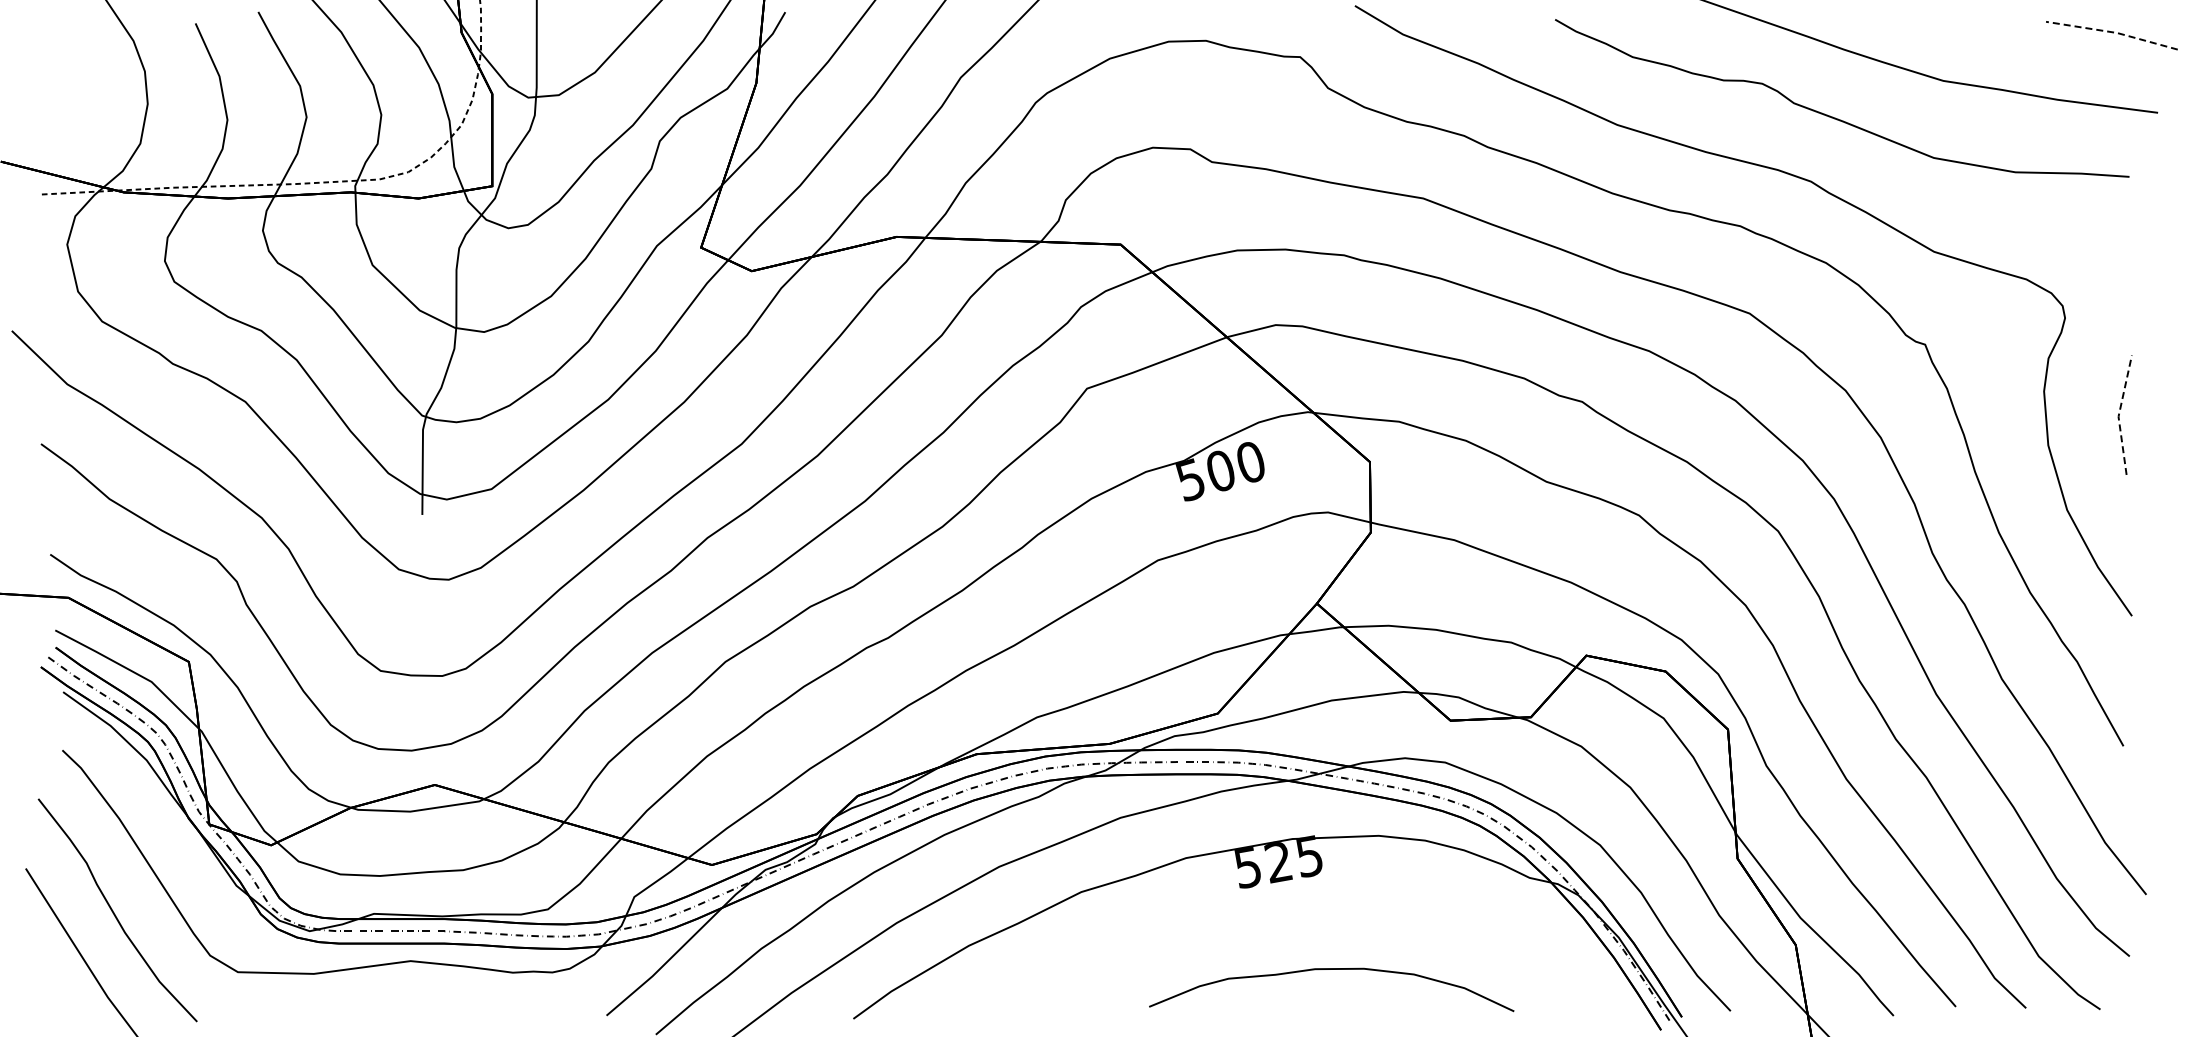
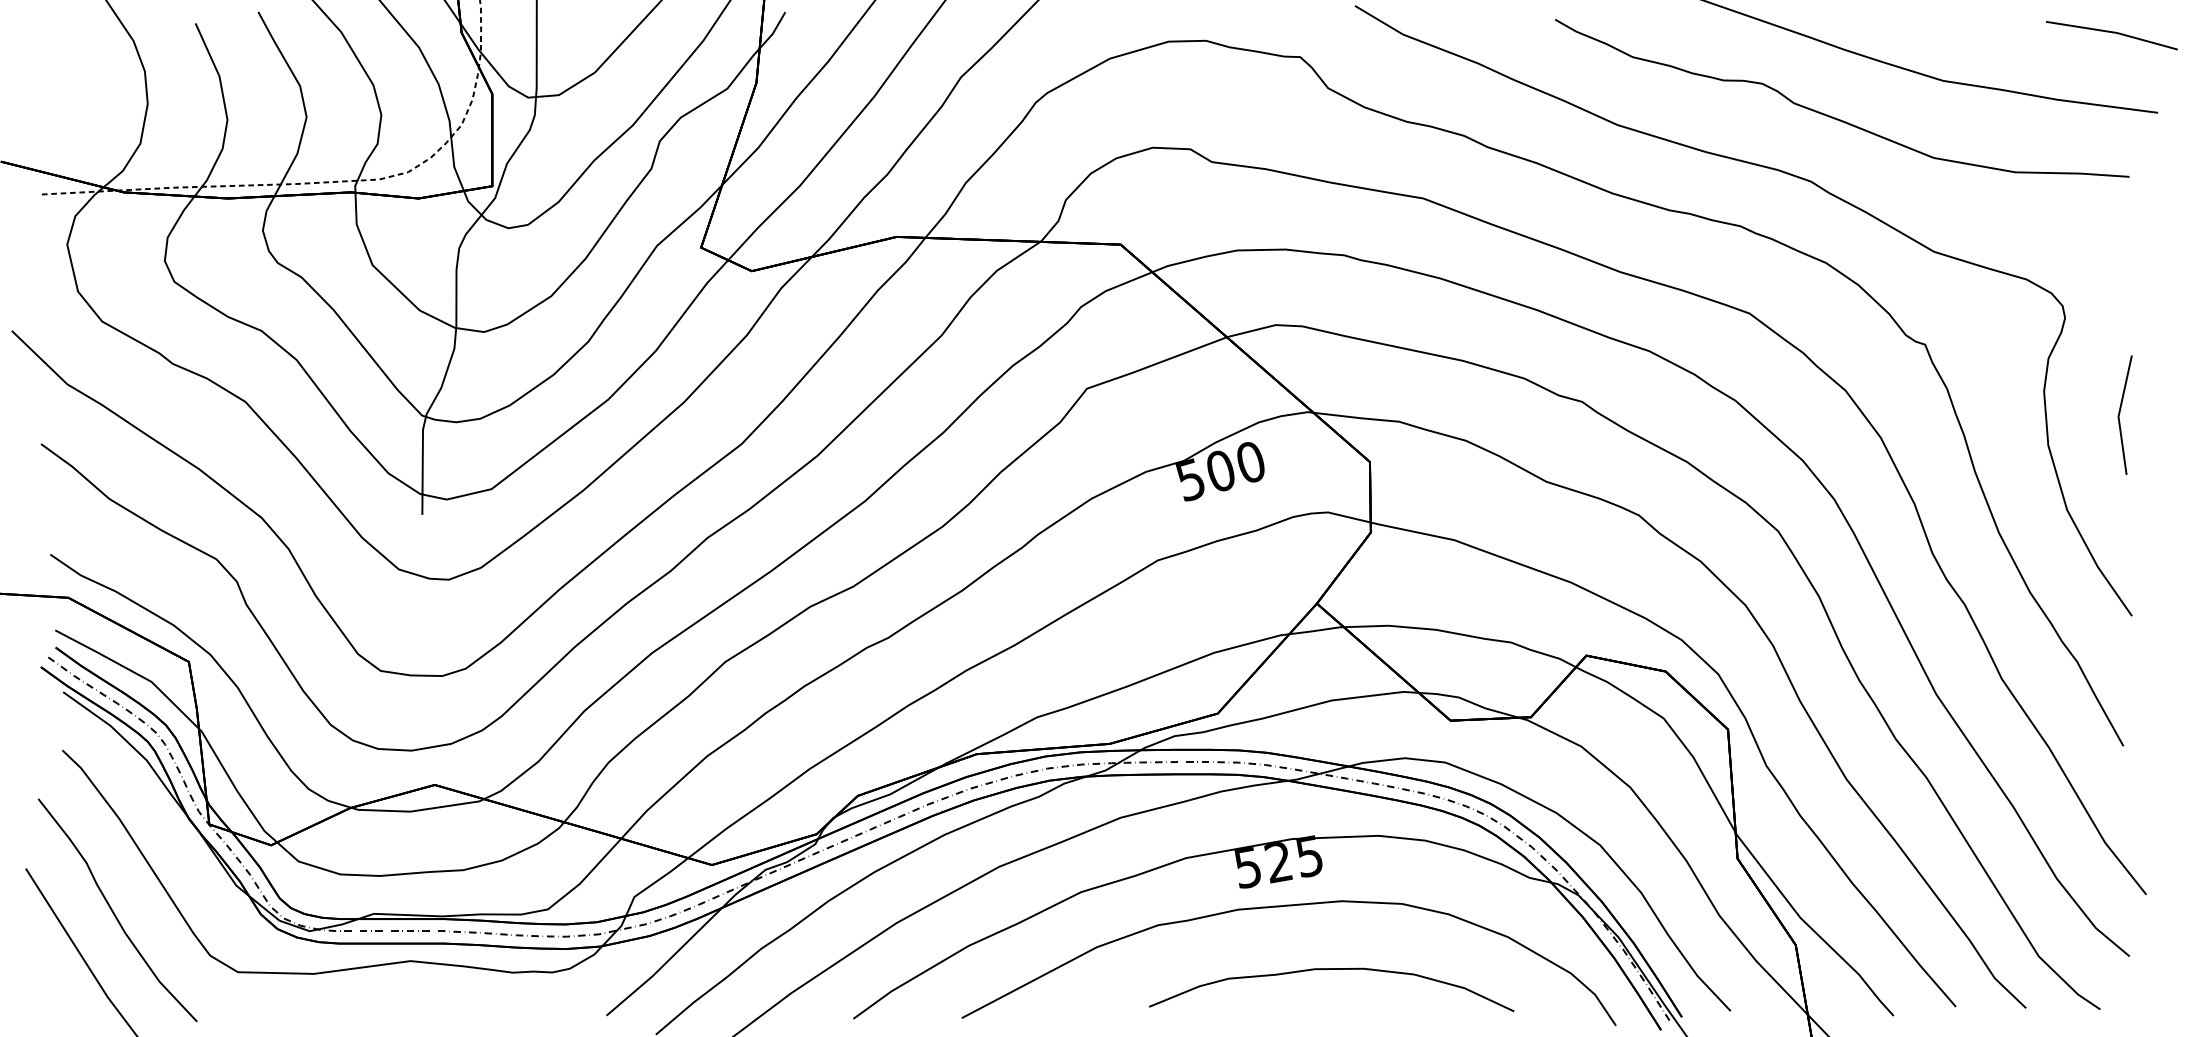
line at (2112, 32): dashed -> solid
line at (2118, 414): dashed -> solid
curve at (1280, 907): none -> present
